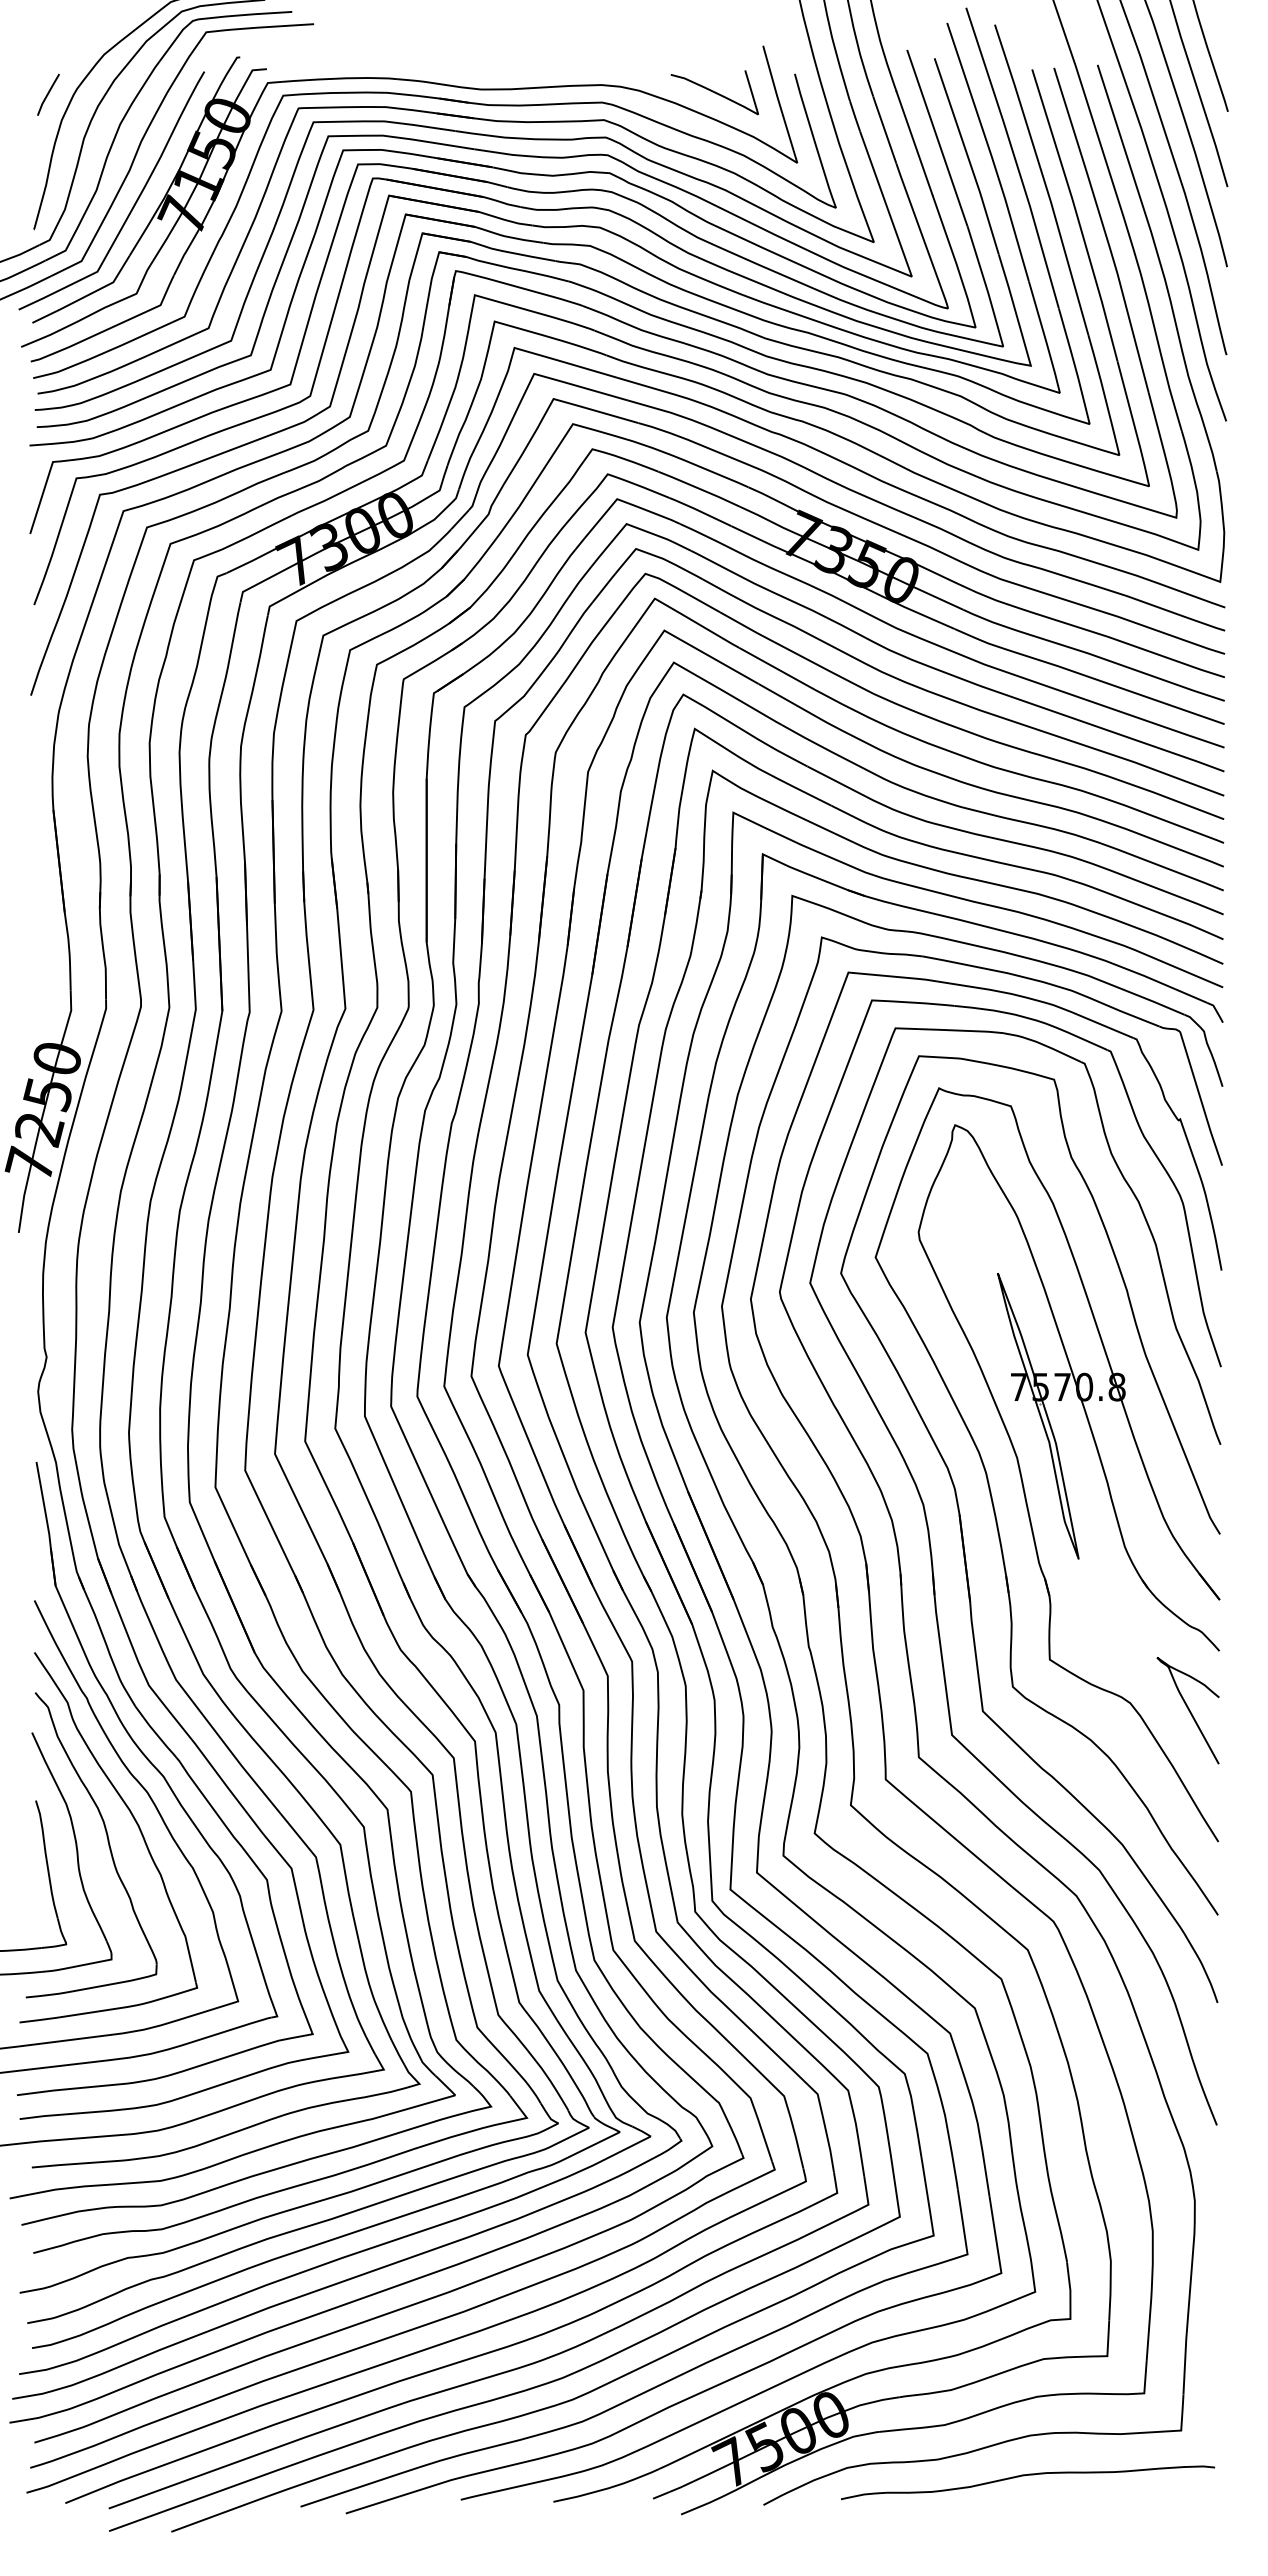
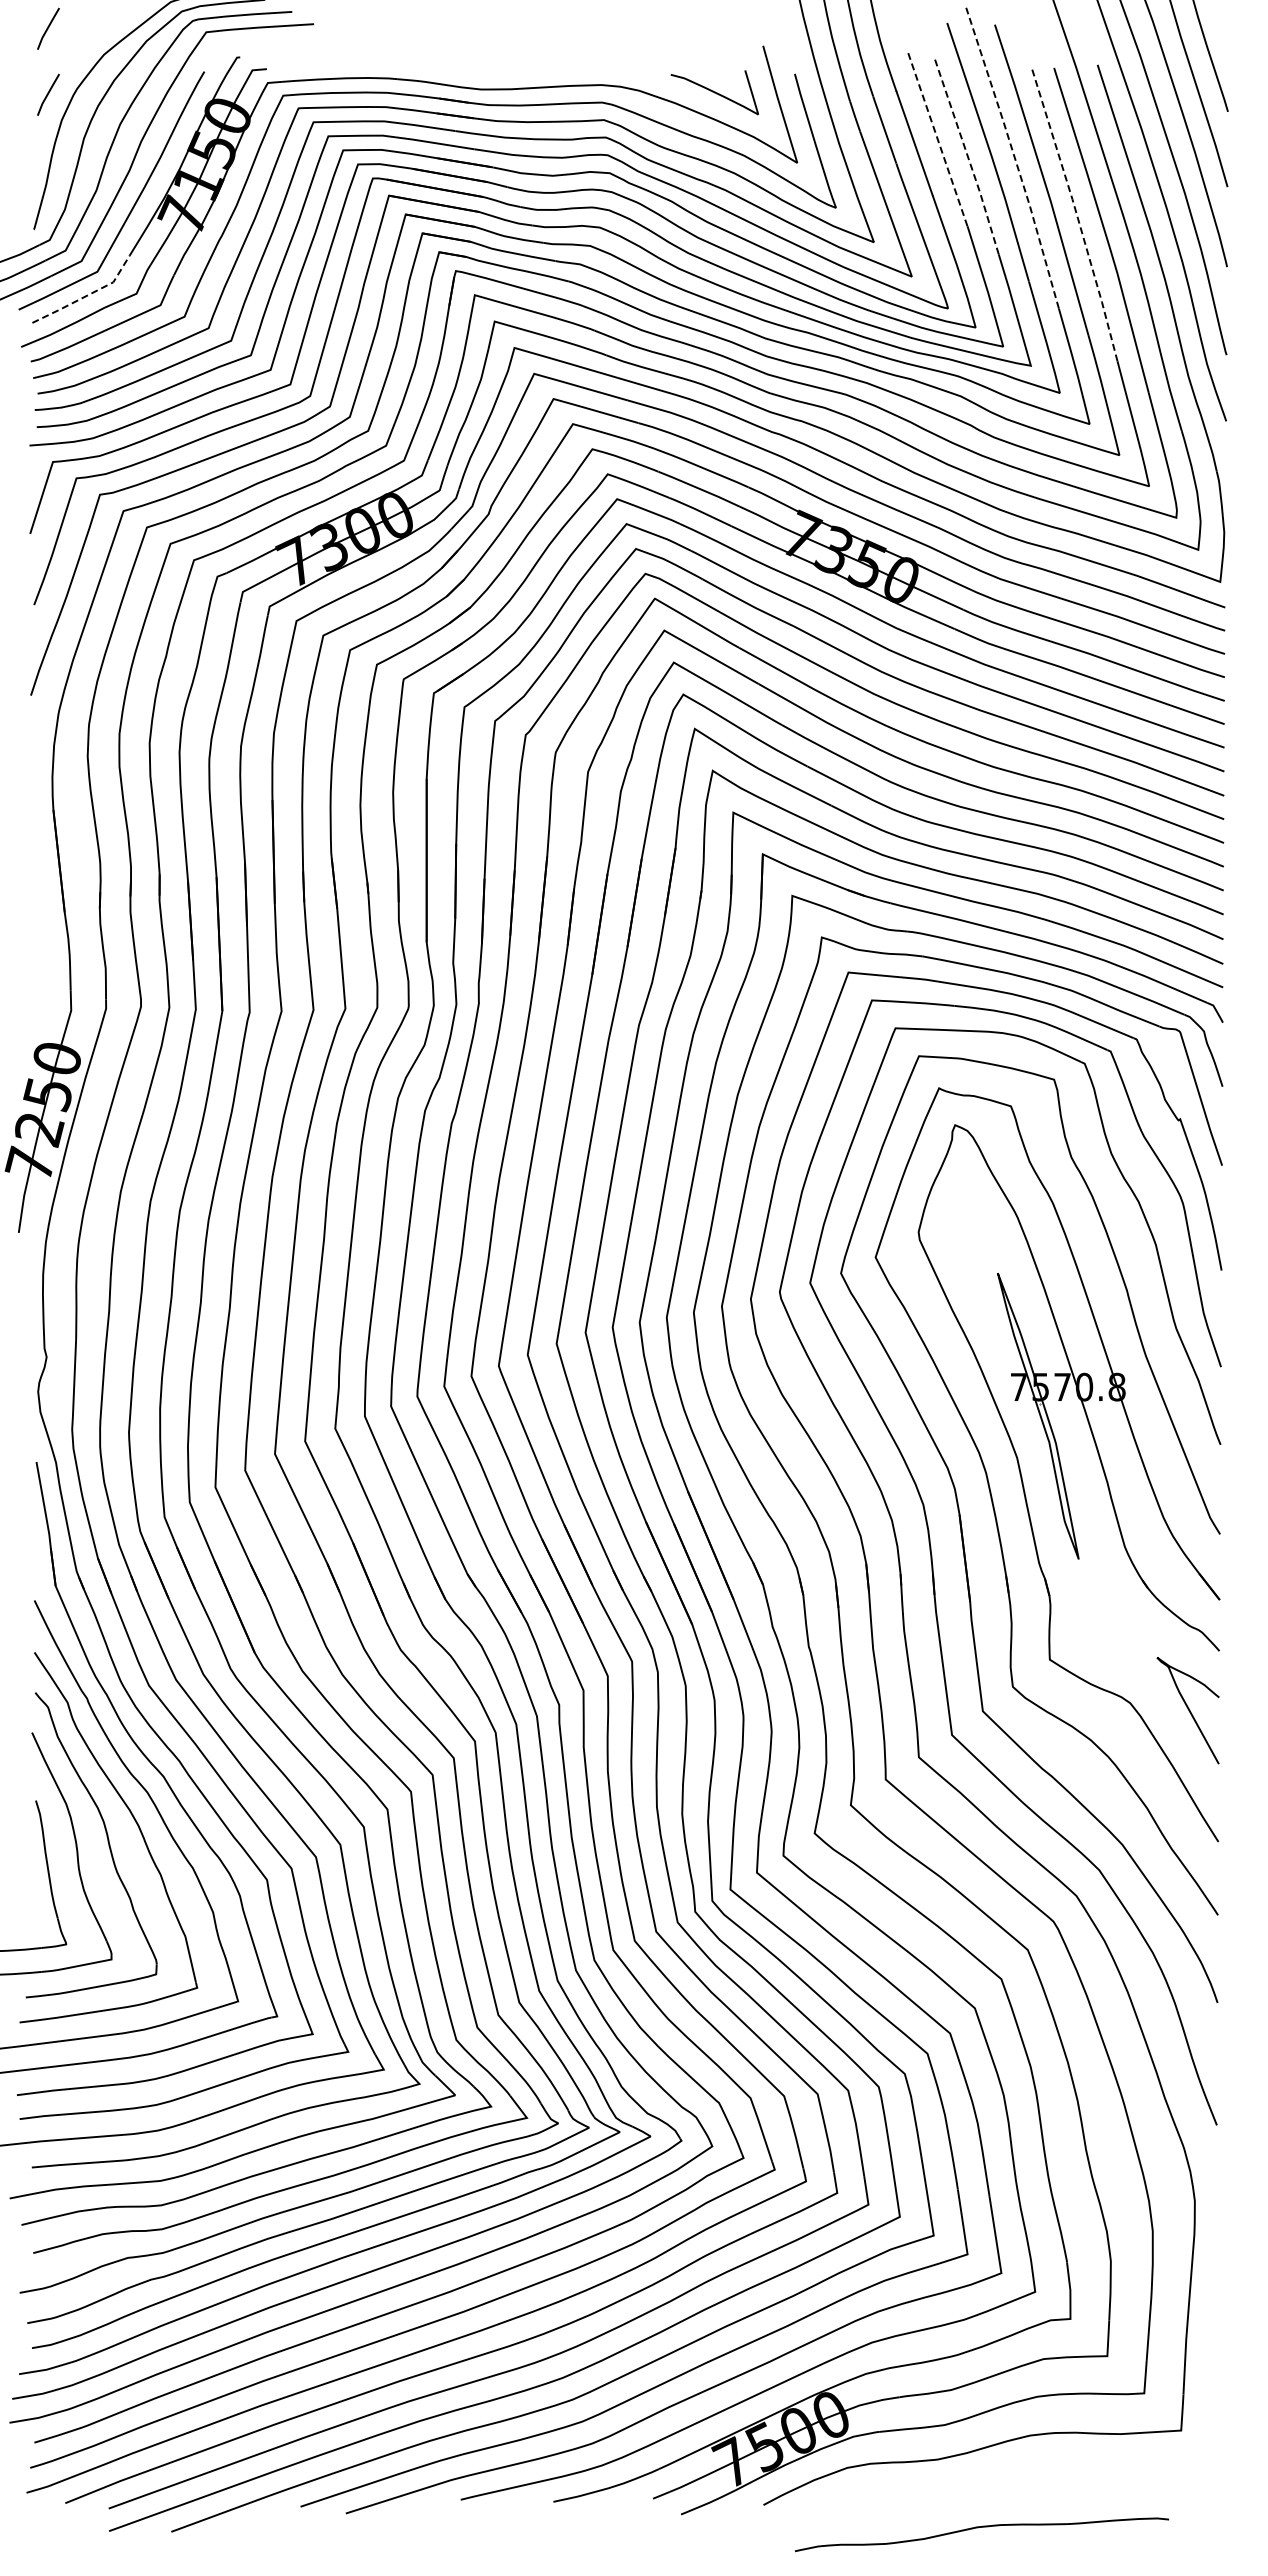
line at (48, 28): none -> present
line at (937, 137): solid -> dashed
line at (967, 156): solid -> dashed
line at (1014, 157): solid -> dashed
line at (1077, 215): solid -> dashed
line at (87, 295): solid -> dashed
curve at (1028, 2475) position: (1028, 2475) -> (982, 2527)
